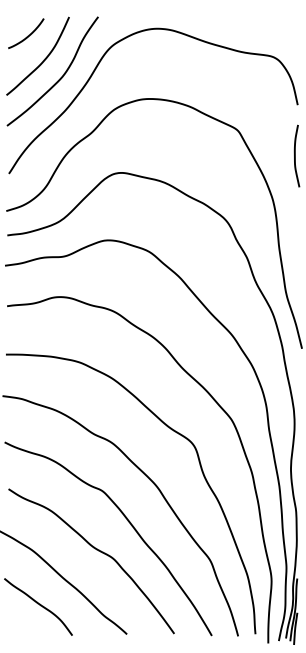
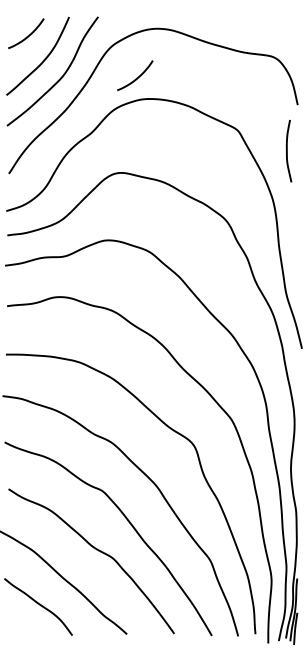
curve at (136, 77): none -> present
curve at (295, 155) position: (295, 155) -> (287, 150)
